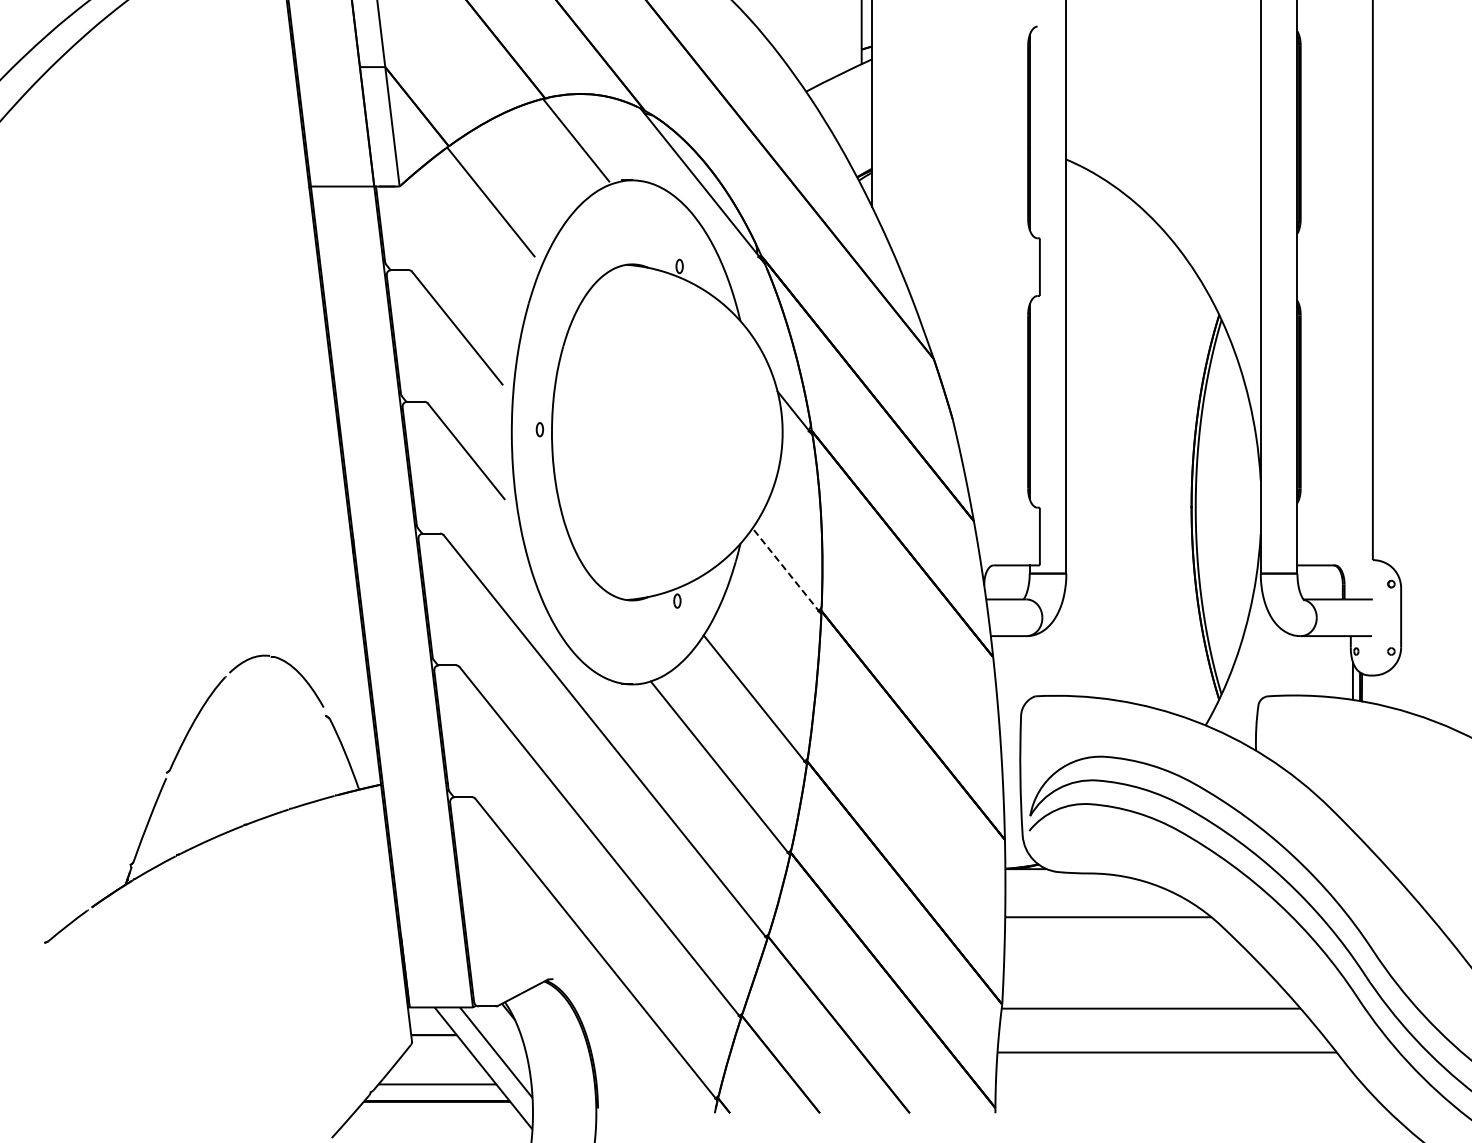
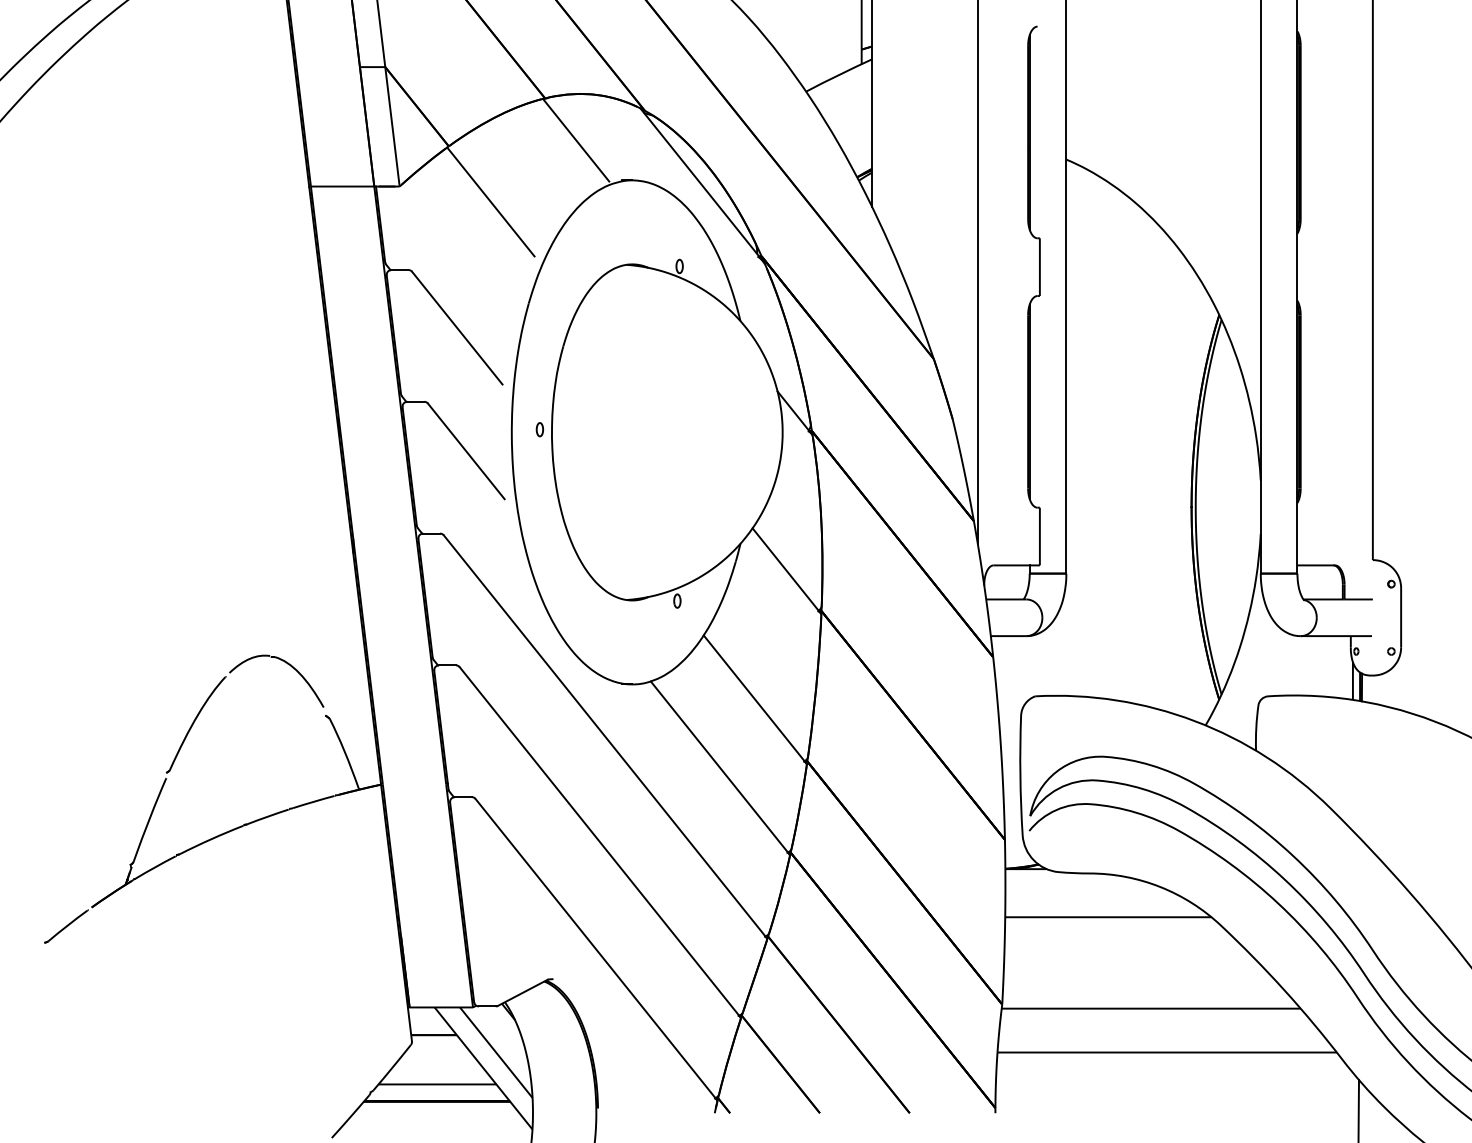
line at (977, 273): none -> present
line at (786, 570): dashed -> solid
line at (1358, 1109): none -> present
